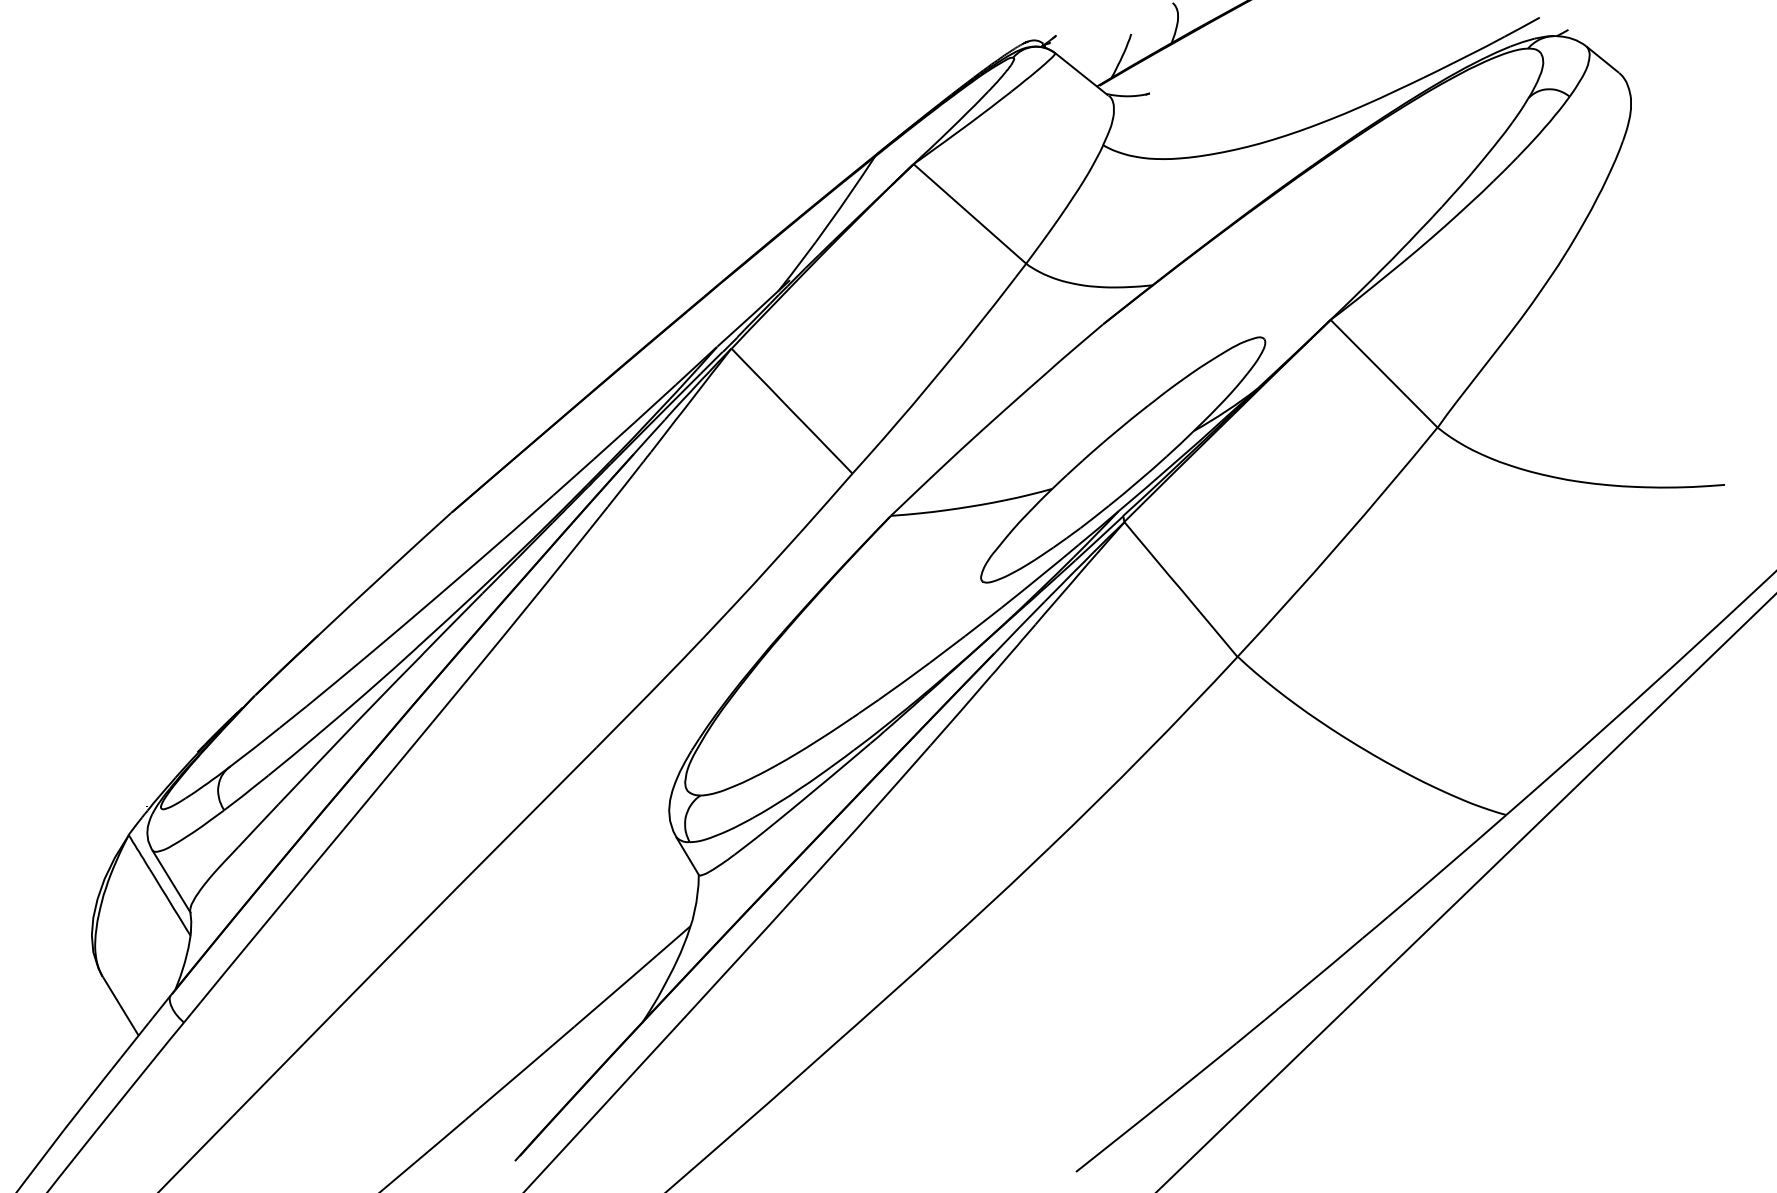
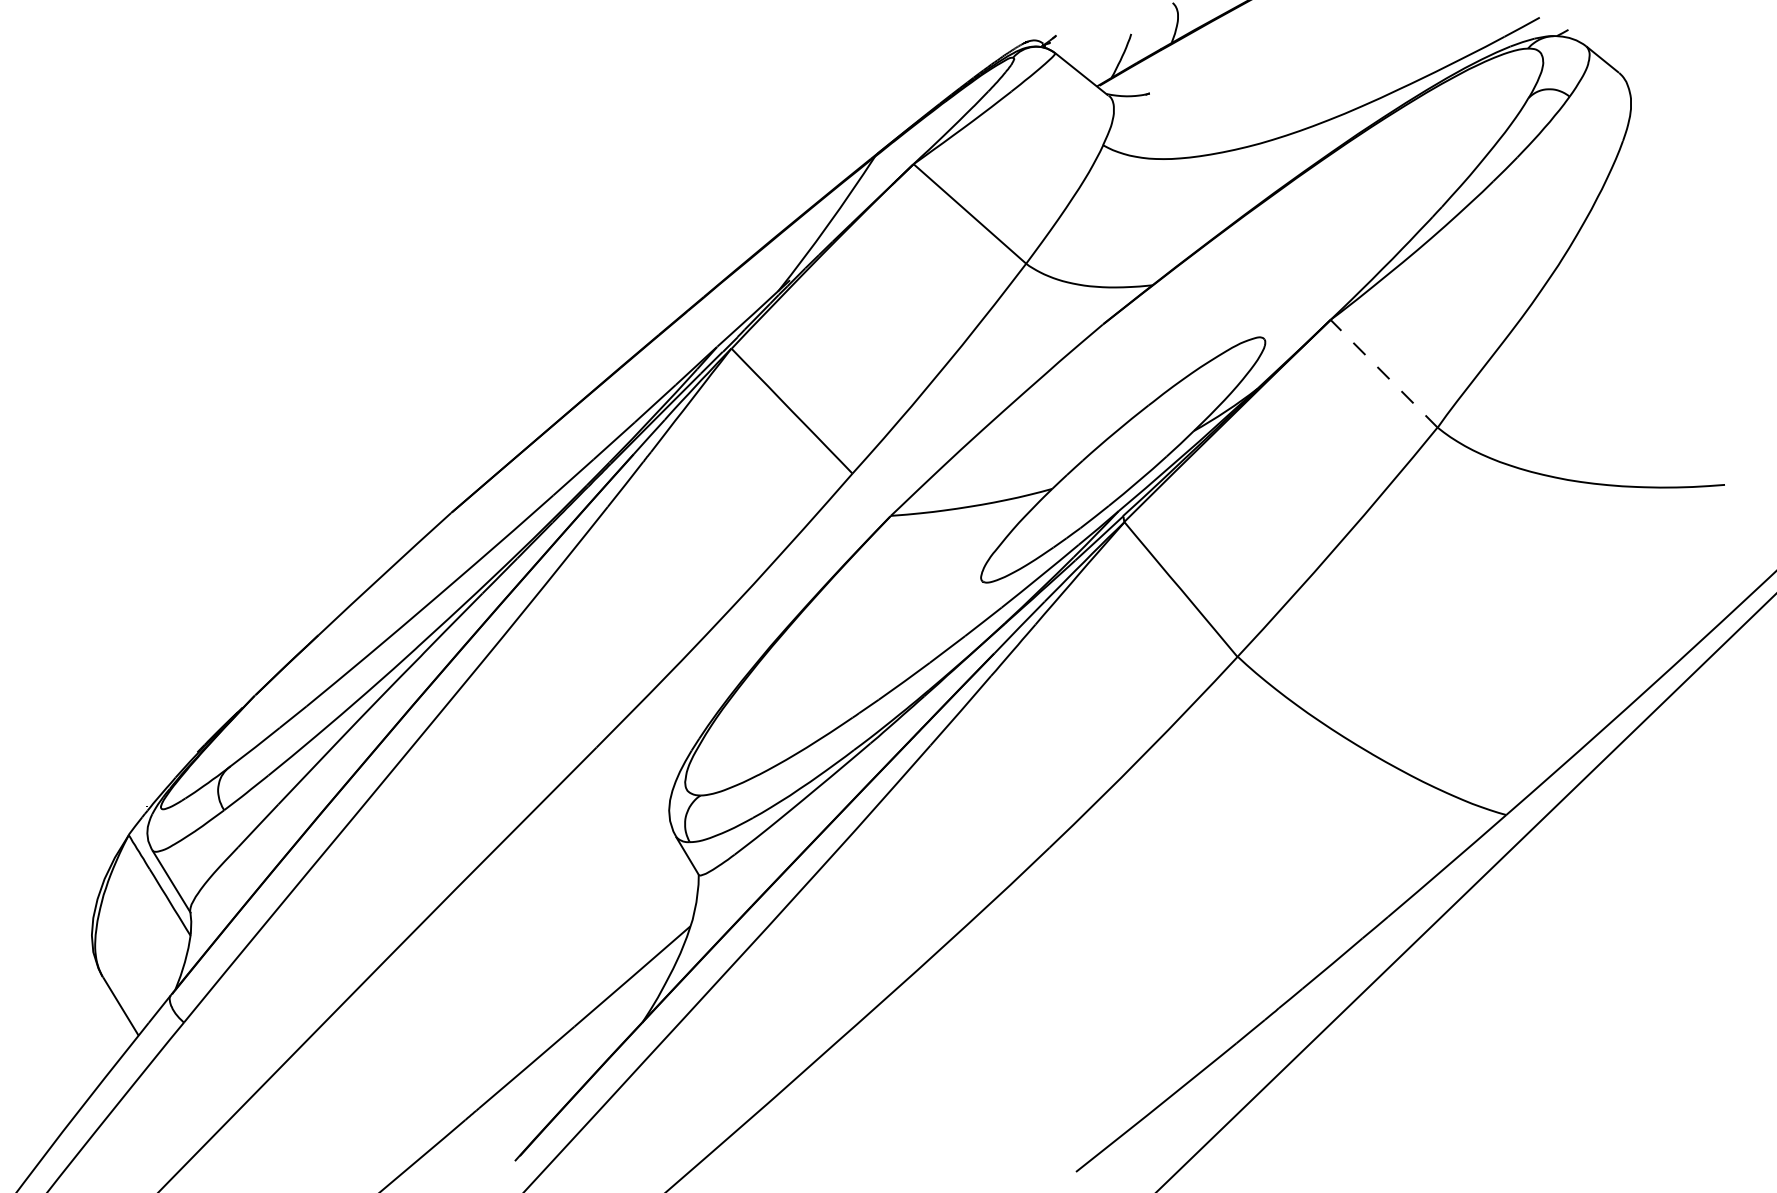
line at (1384, 373): solid -> dashed
